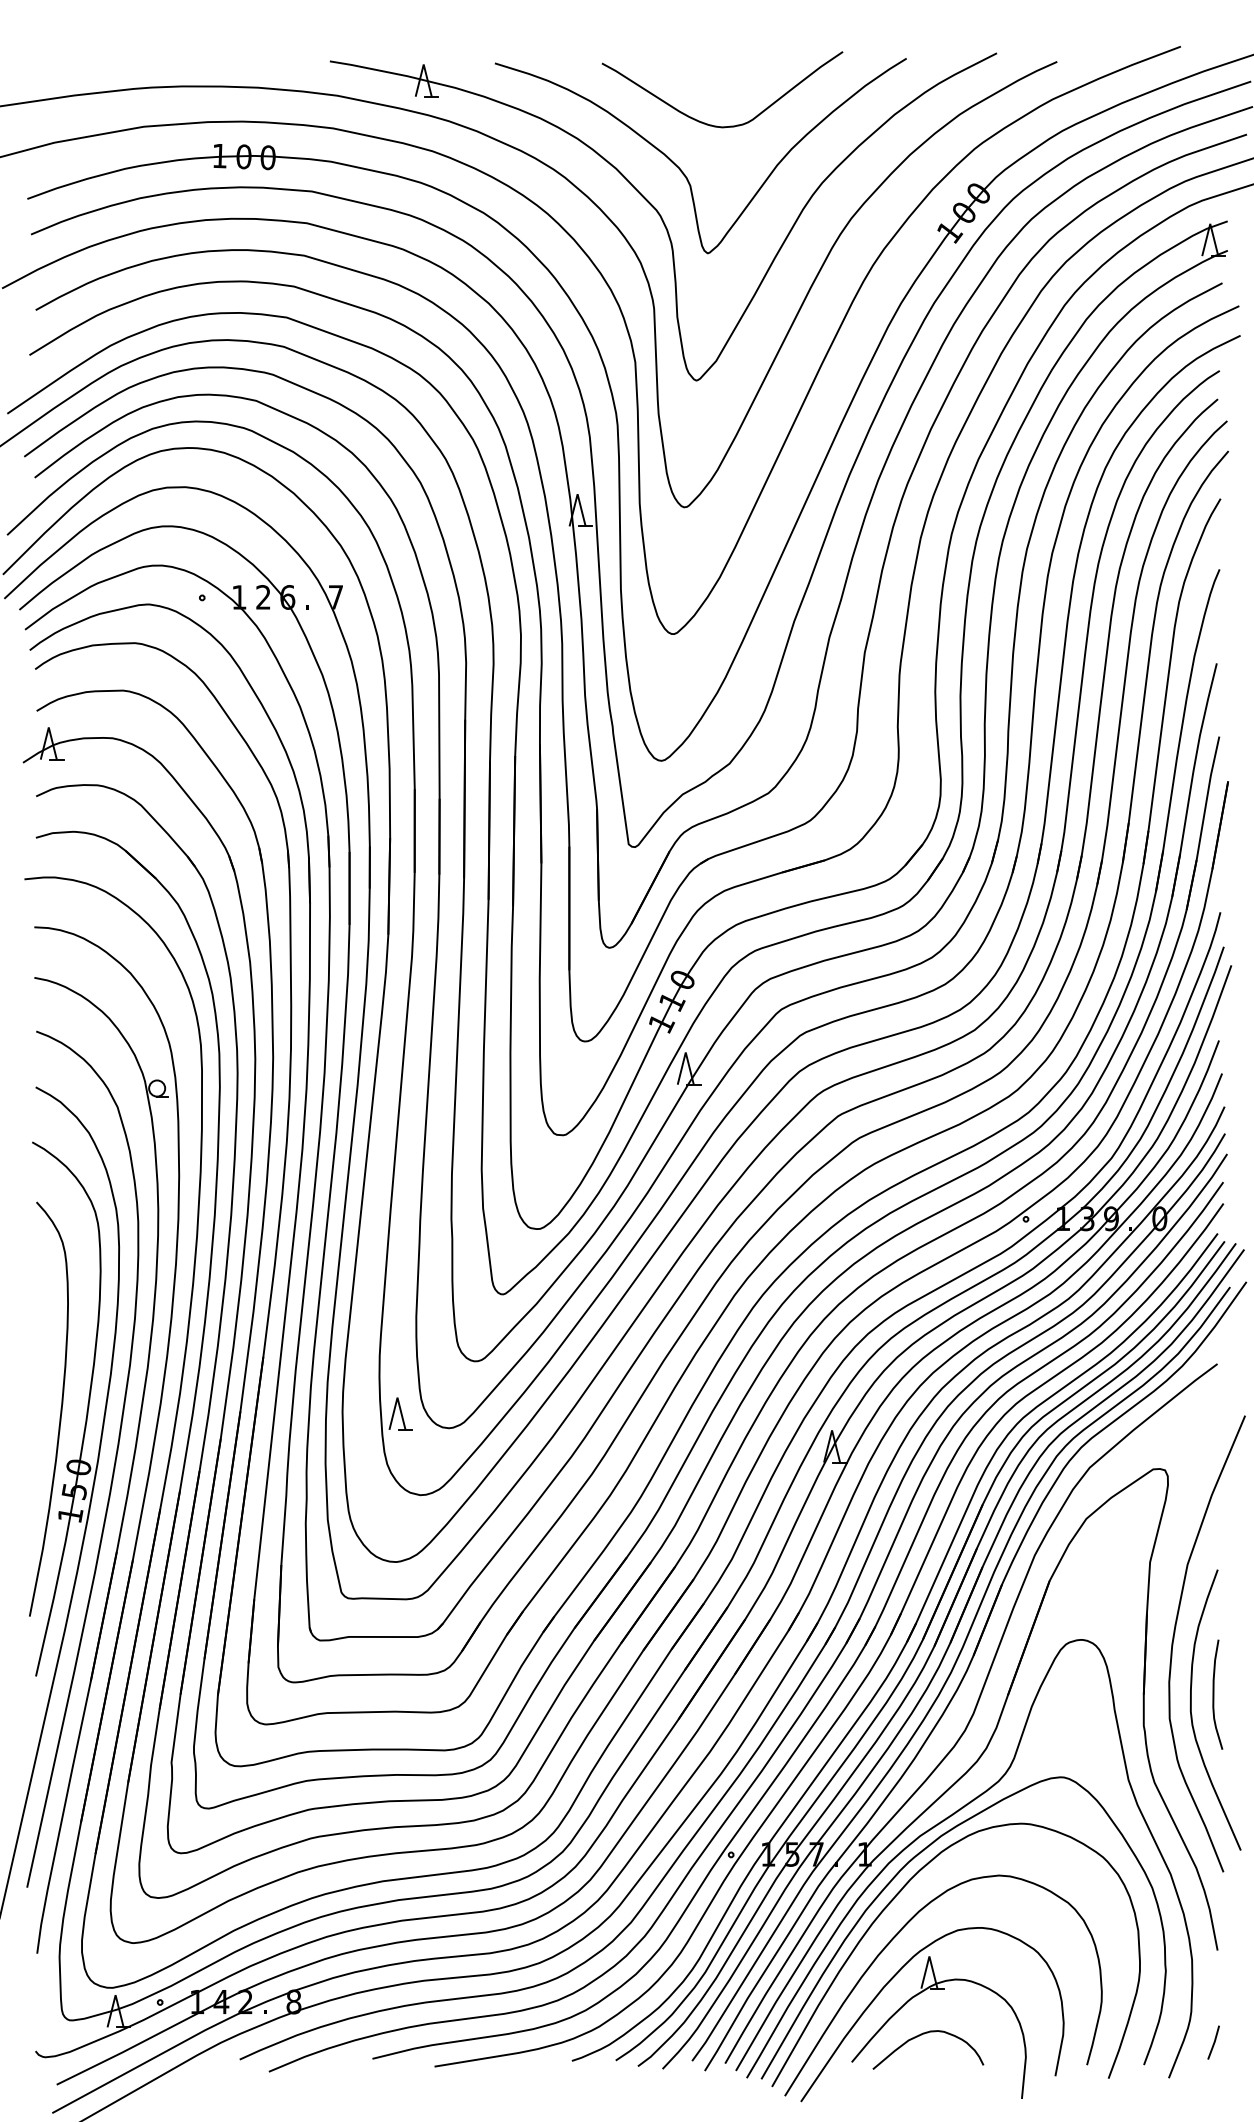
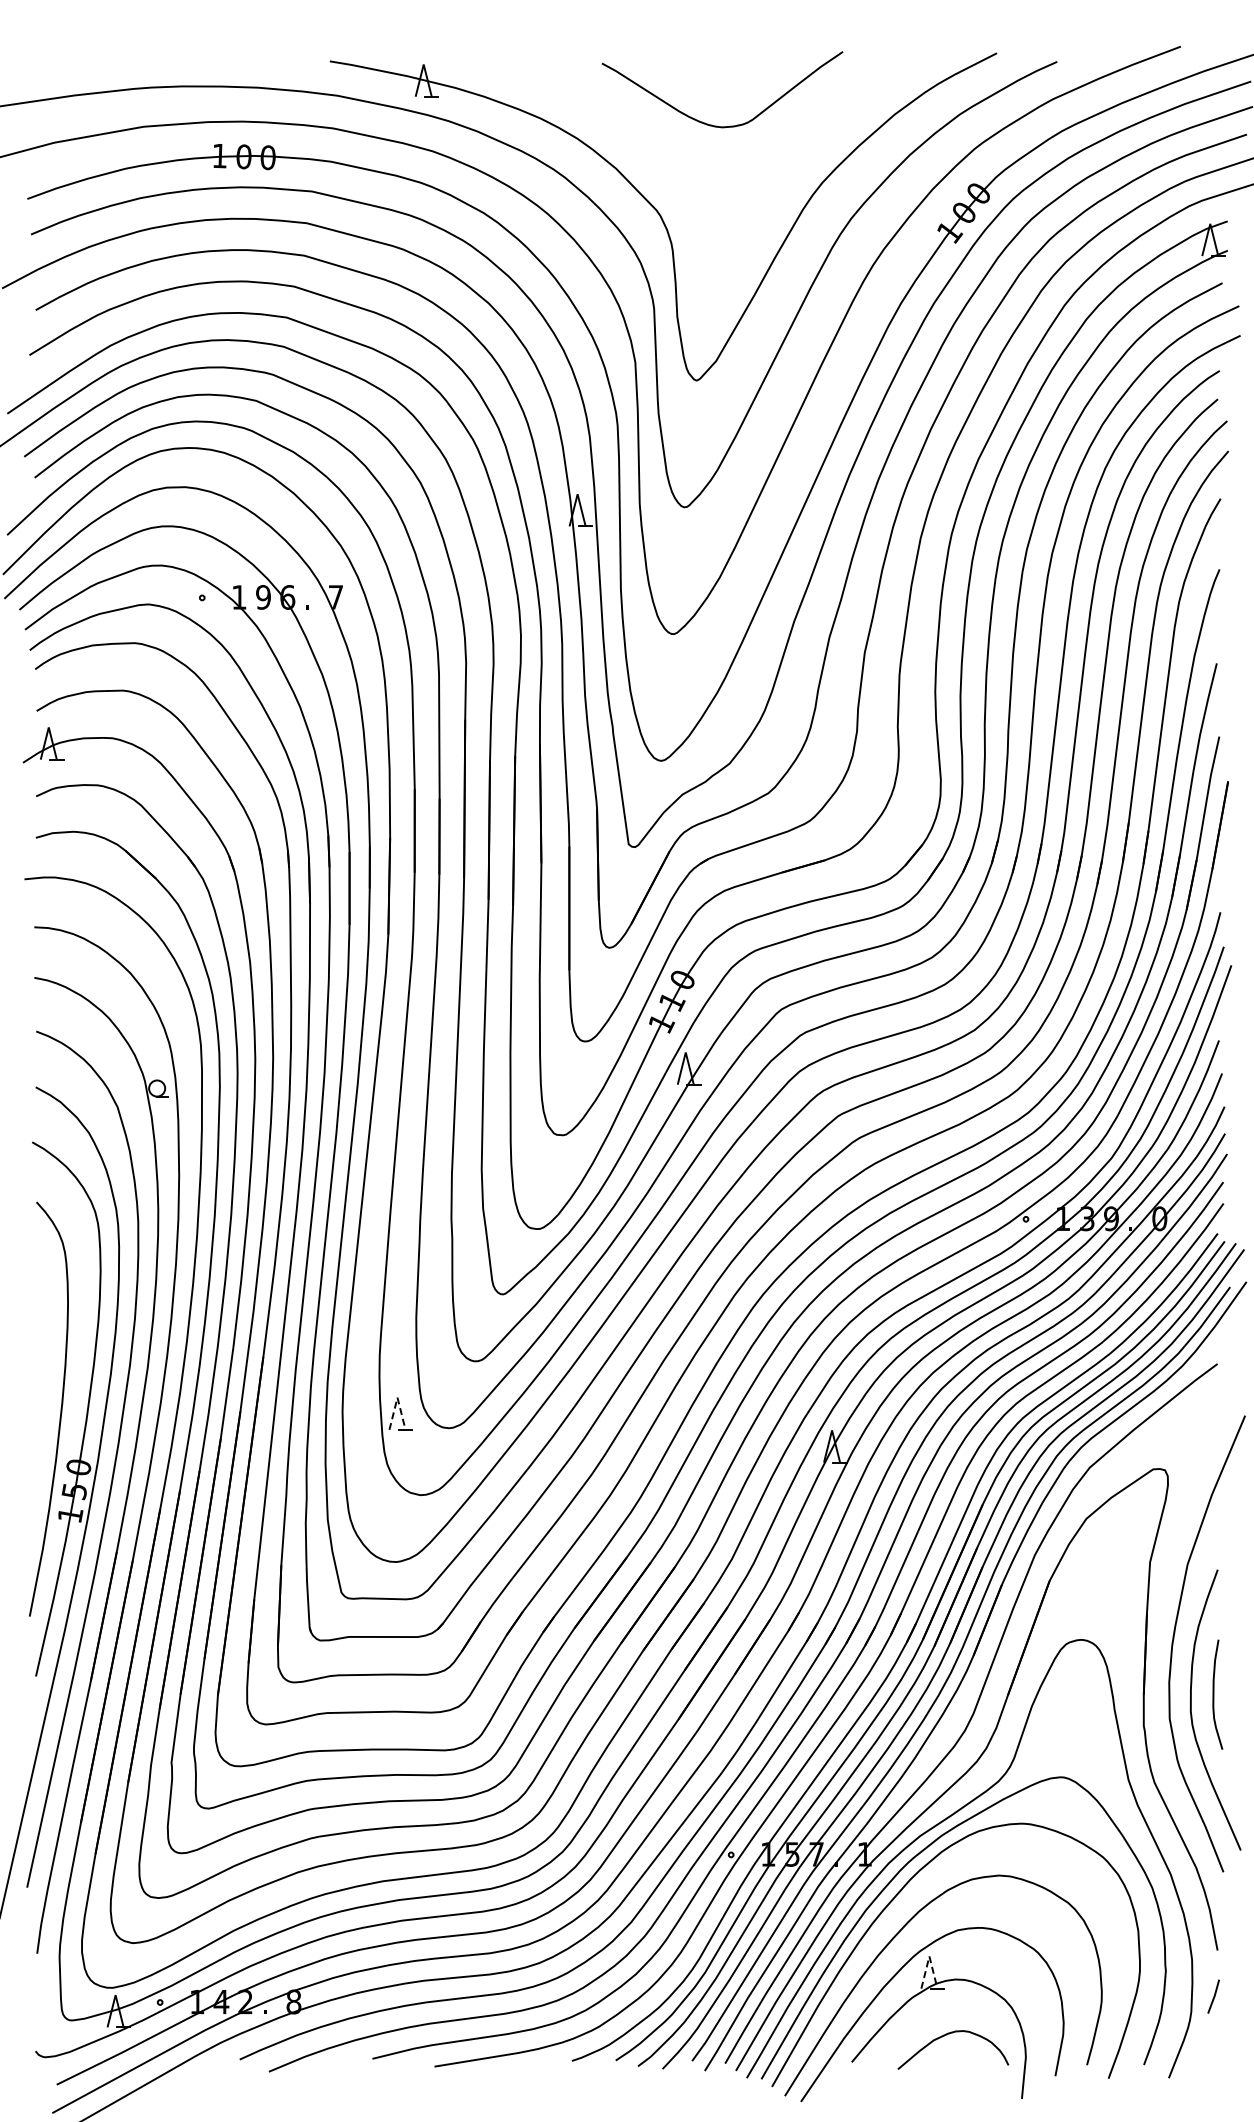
curve at (682, 170): present -> none
text at (263, 597): 2 -> 9
line at (397, 1397): solid -> dashed
line at (929, 1956): solid -> dashed
curve at (924, 2034) position: (924, 2034) -> (949, 2034)
line at (1213, 2042) position: (1213, 2042) -> (1213, 1996)
